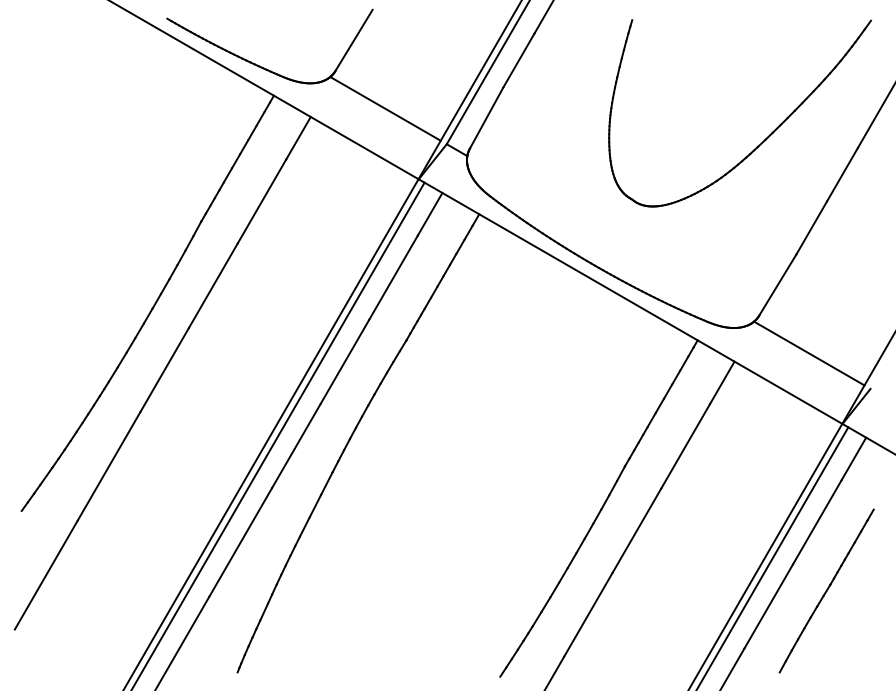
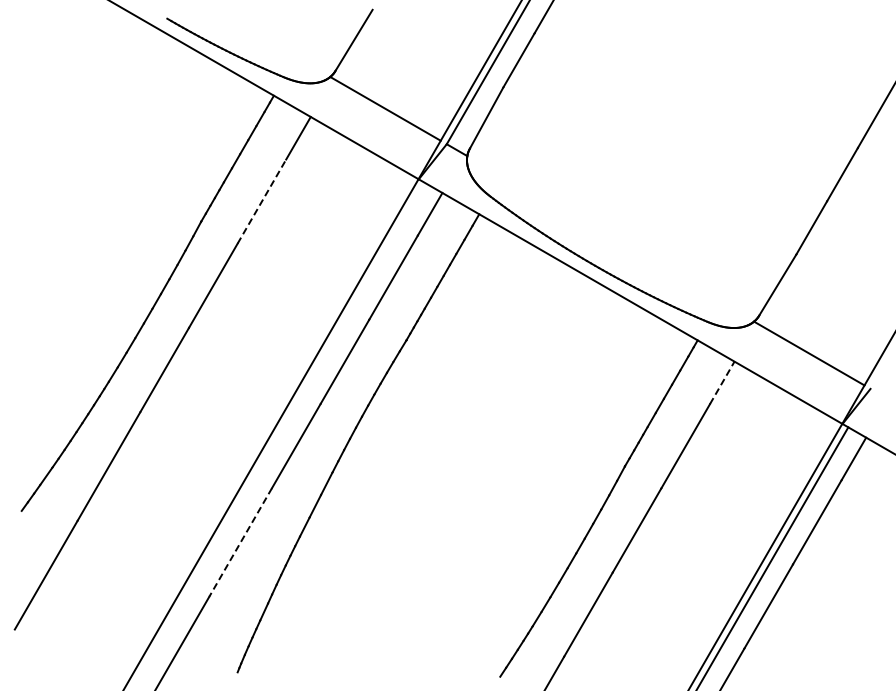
part at (765, 138): present -> none
line at (261, 201): solid -> dashed
line at (722, 382): solid -> dashed
line at (278, 434): present -> none
line at (240, 542): solid -> dashed
line at (826, 590): present -> none
